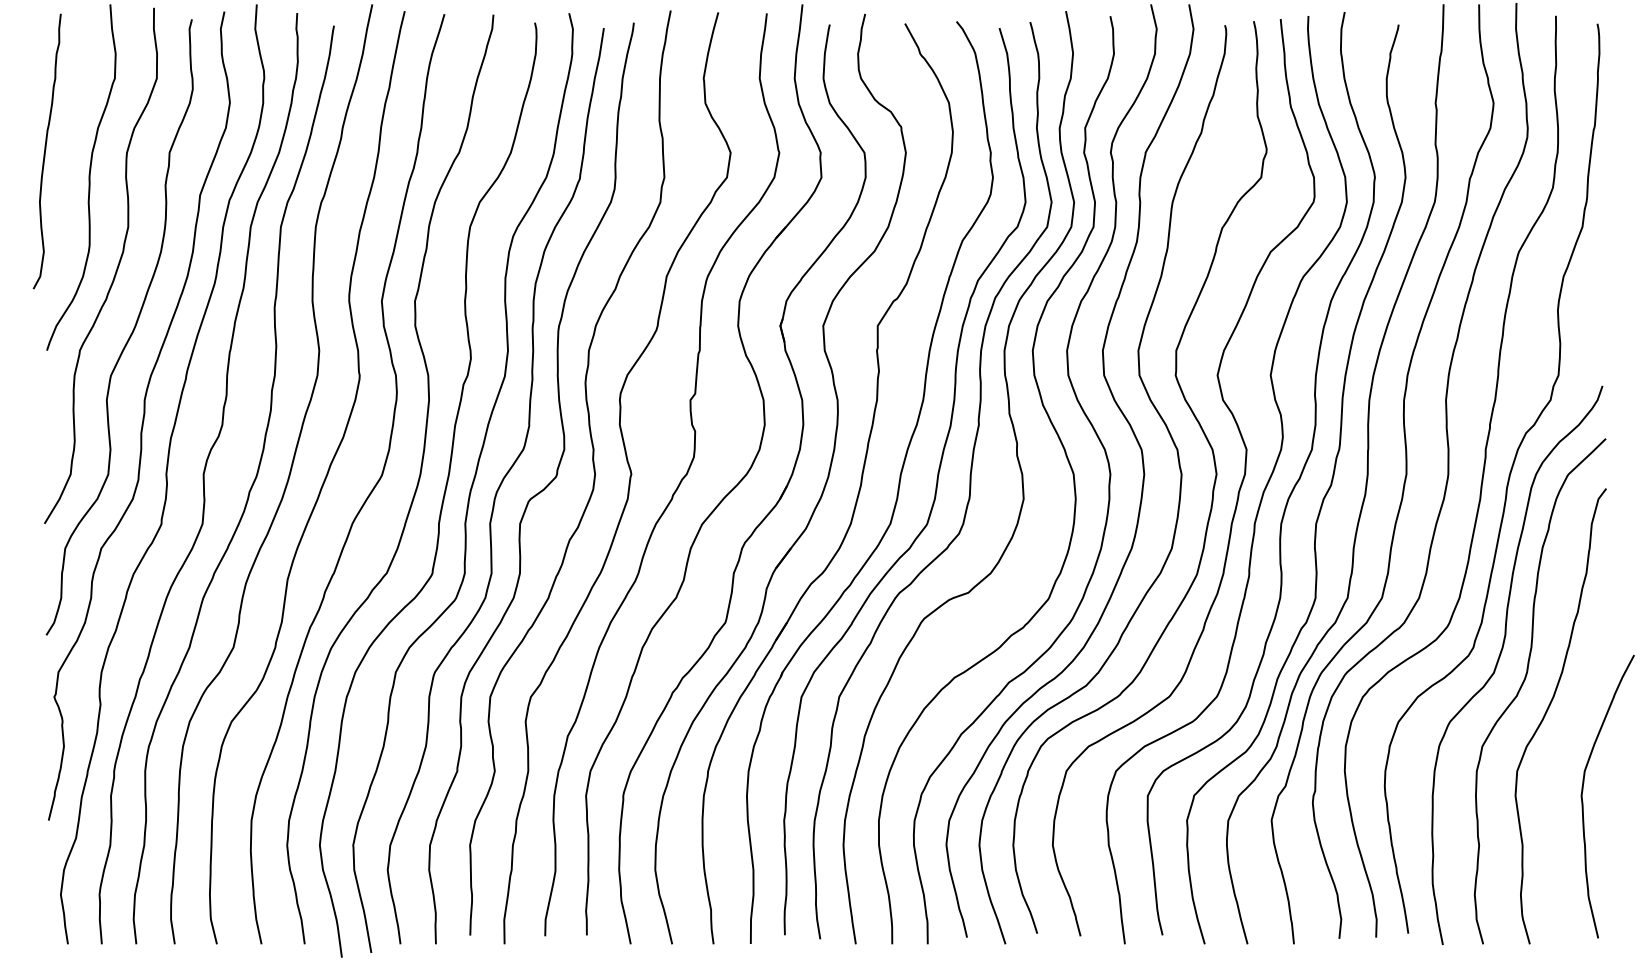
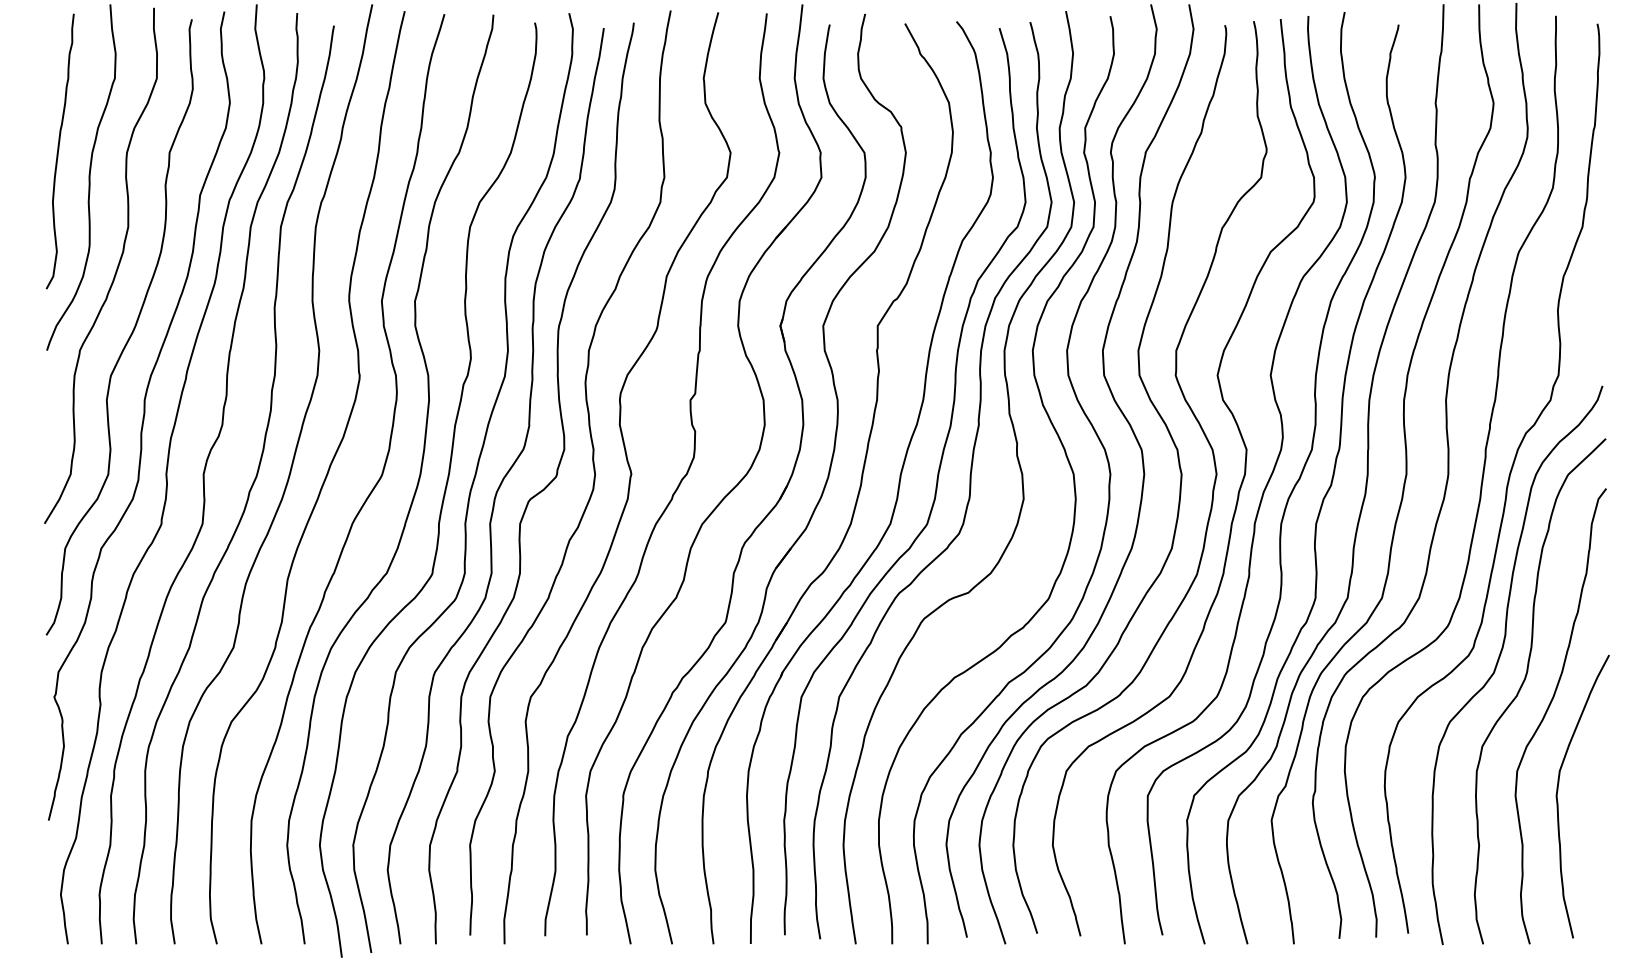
curve at (45, 151) position: (45, 151) -> (58, 151)
curve at (1583, 791) position: (1583, 791) -> (1558, 791)
